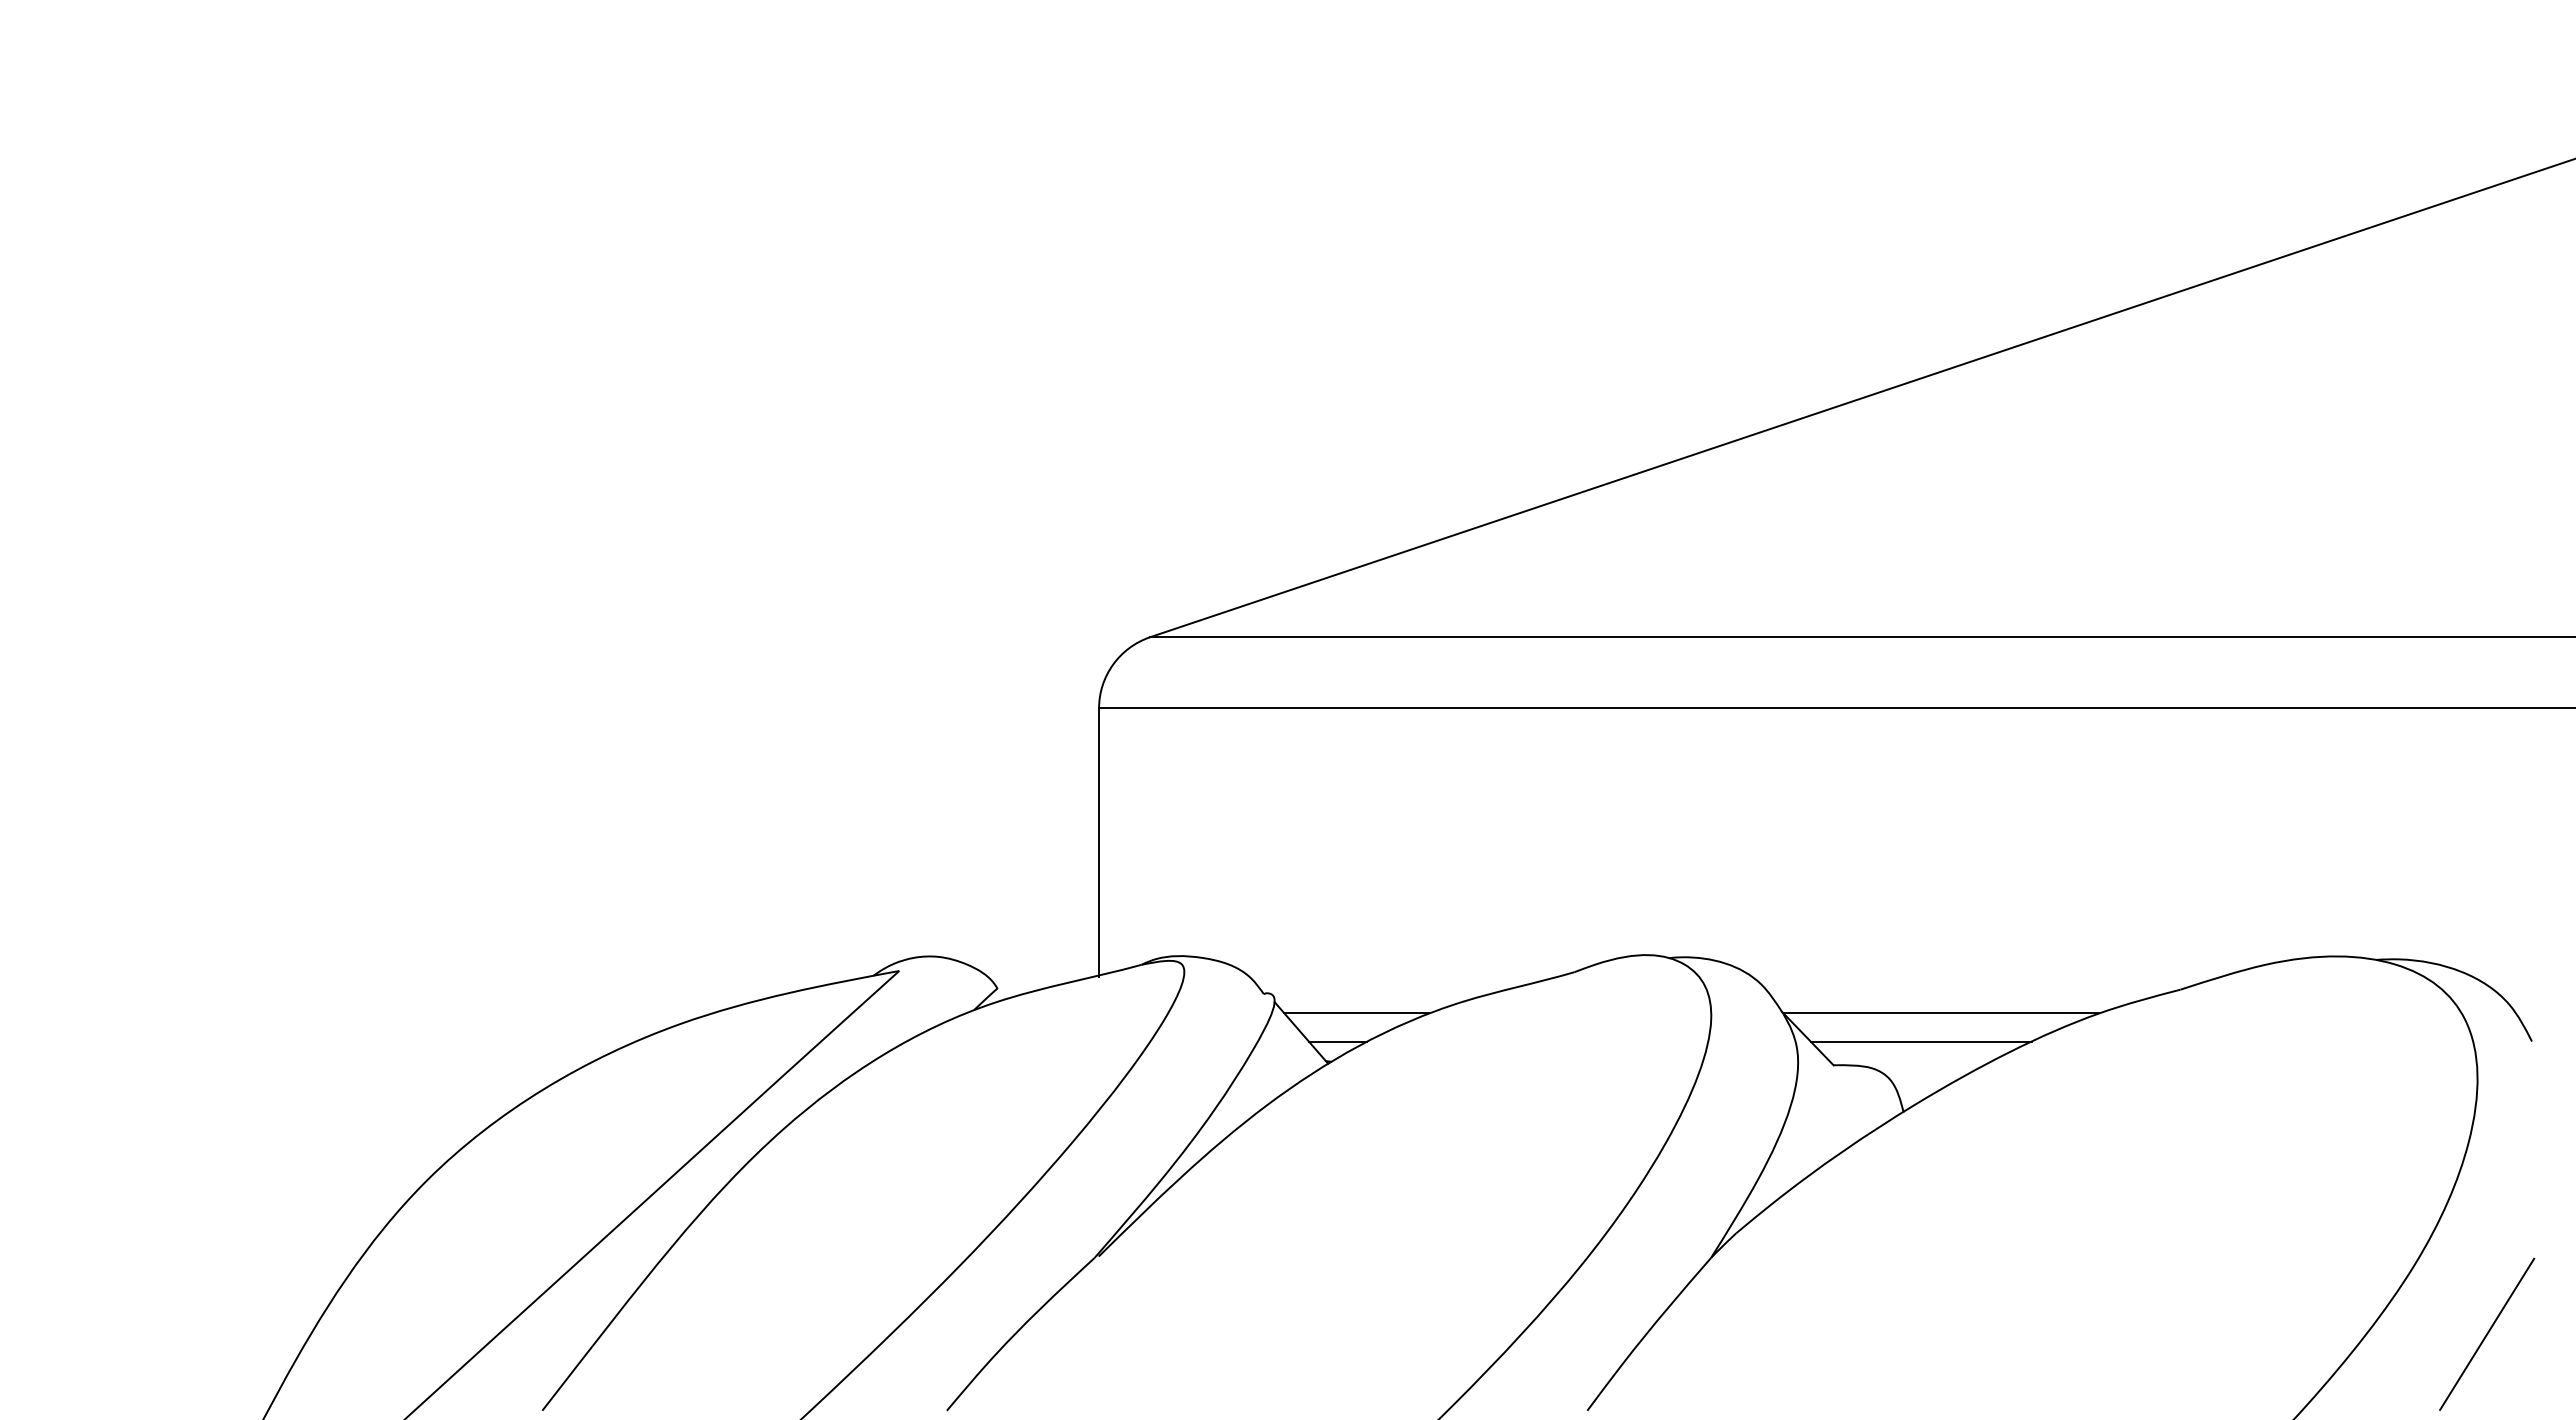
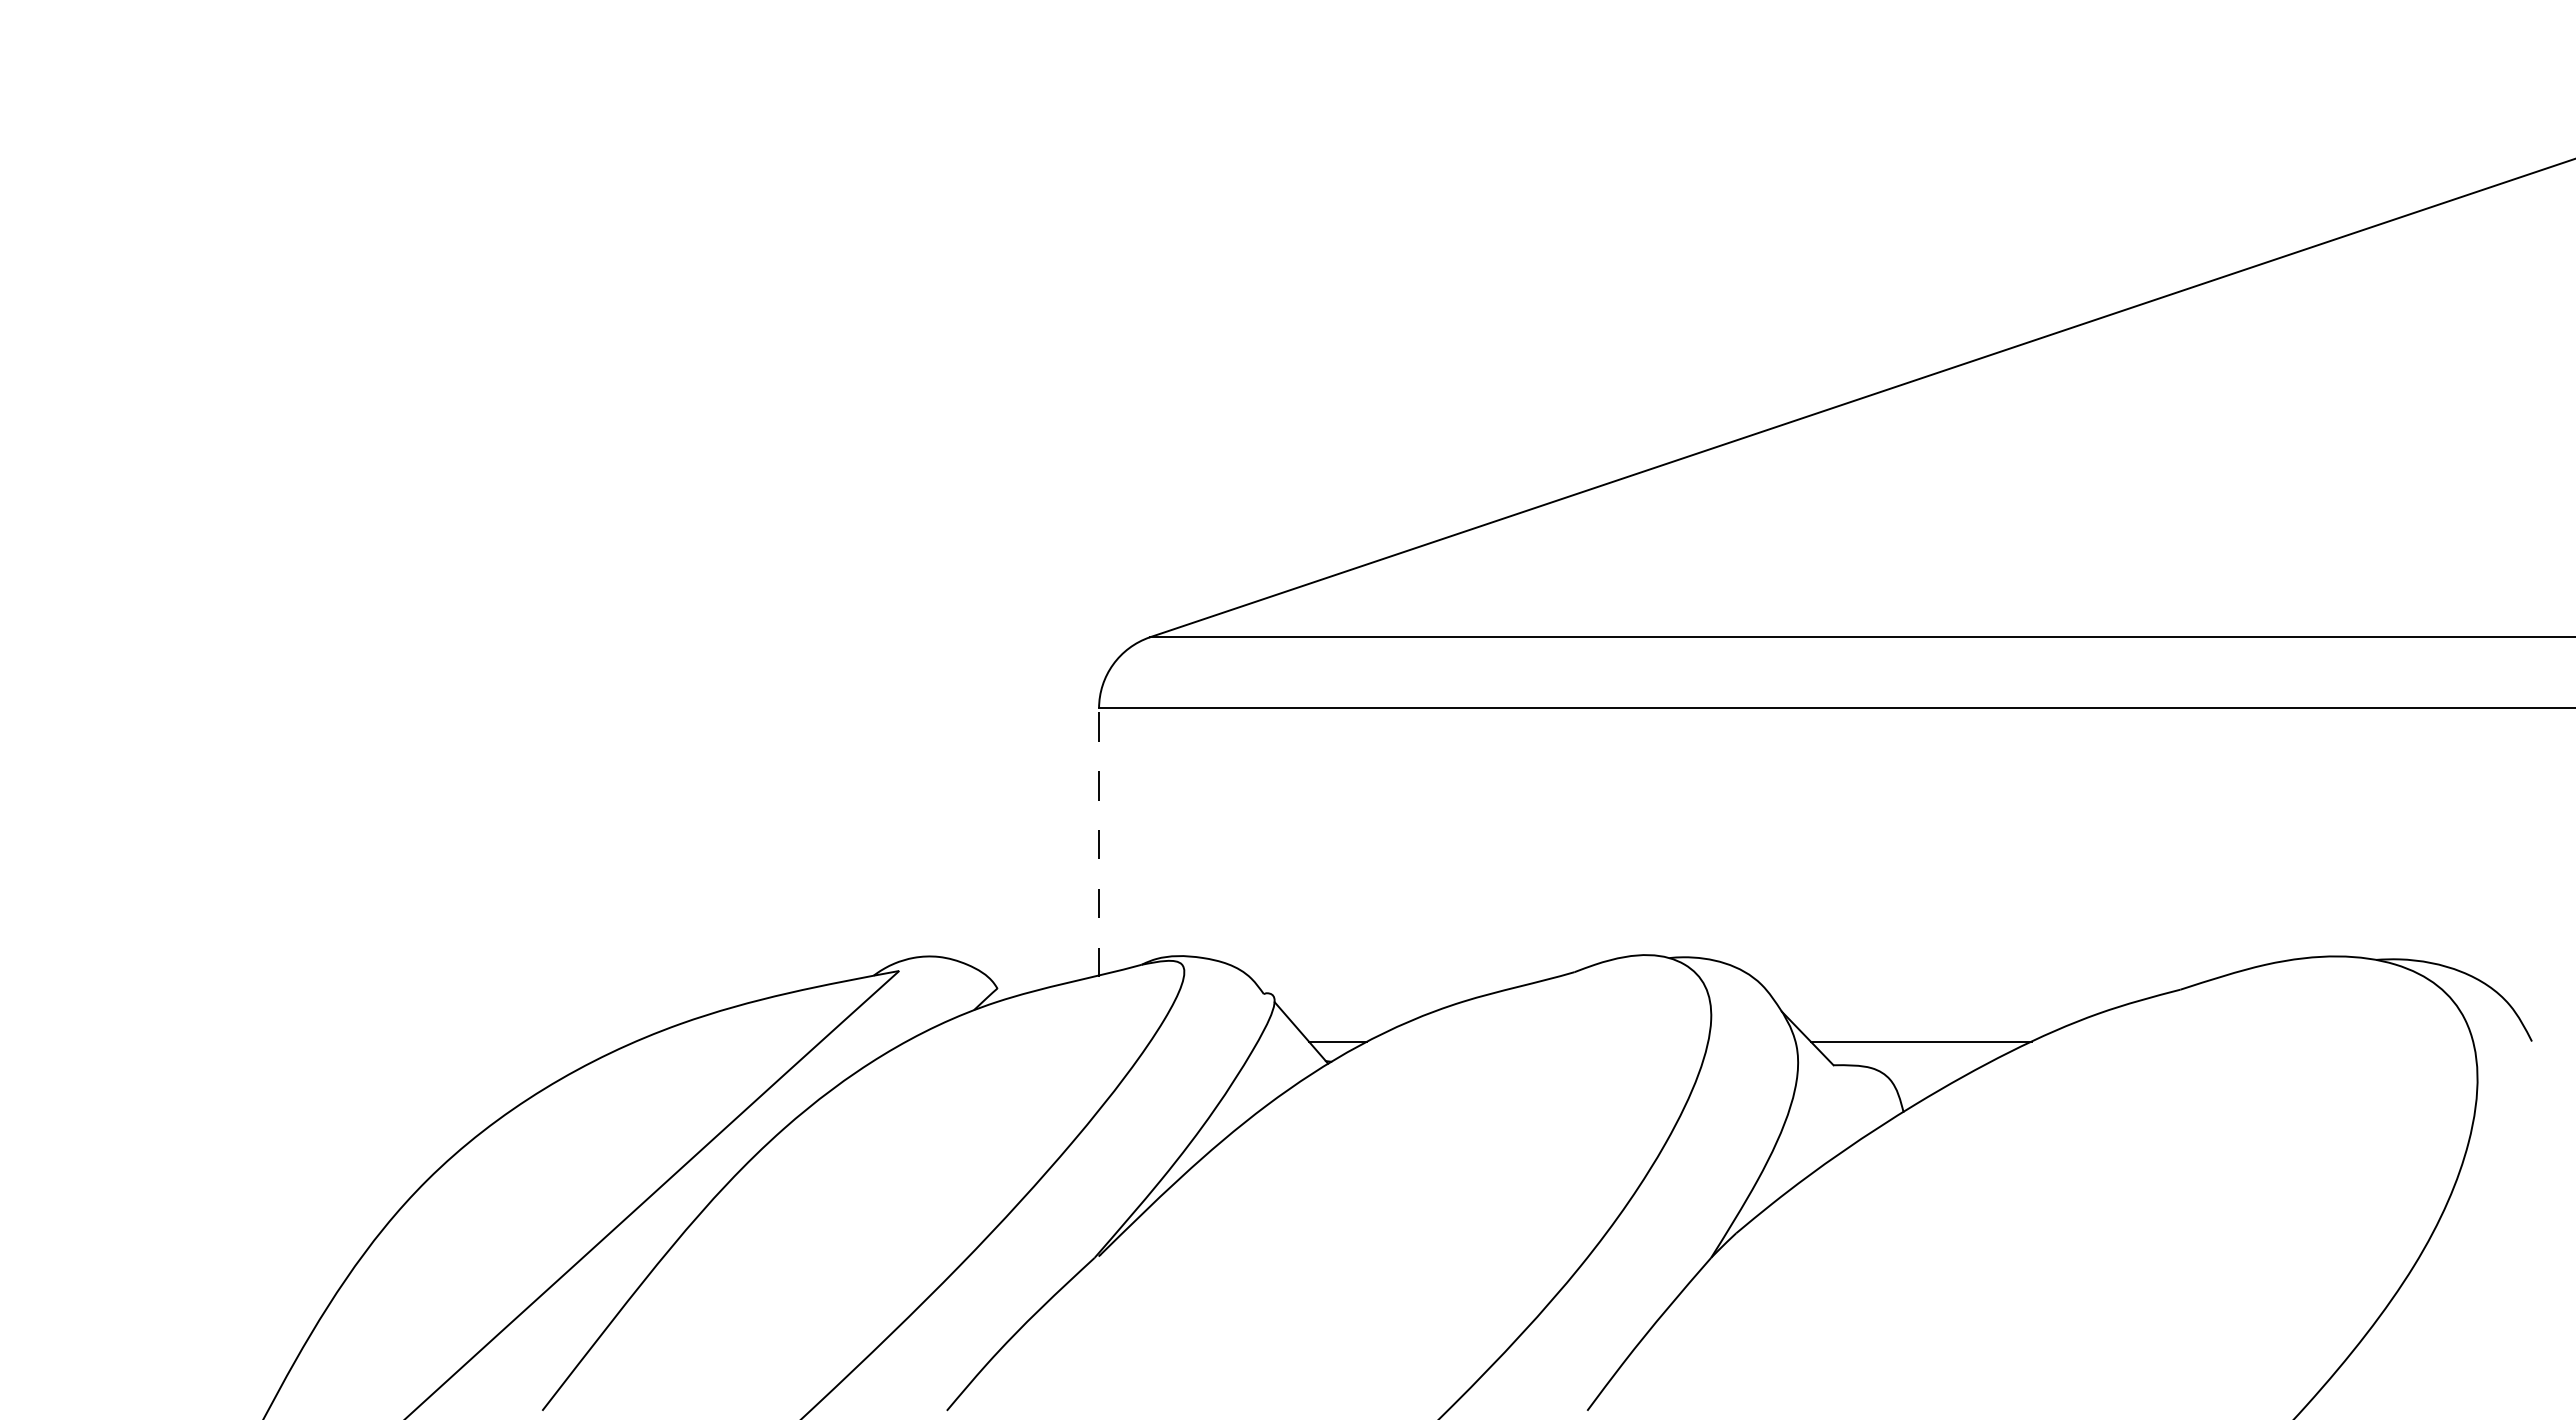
line at (1099, 842): solid -> dashed
line at (1356, 1013): present -> none
line at (1941, 1013): present -> none
line at (2487, 1333): present -> none
